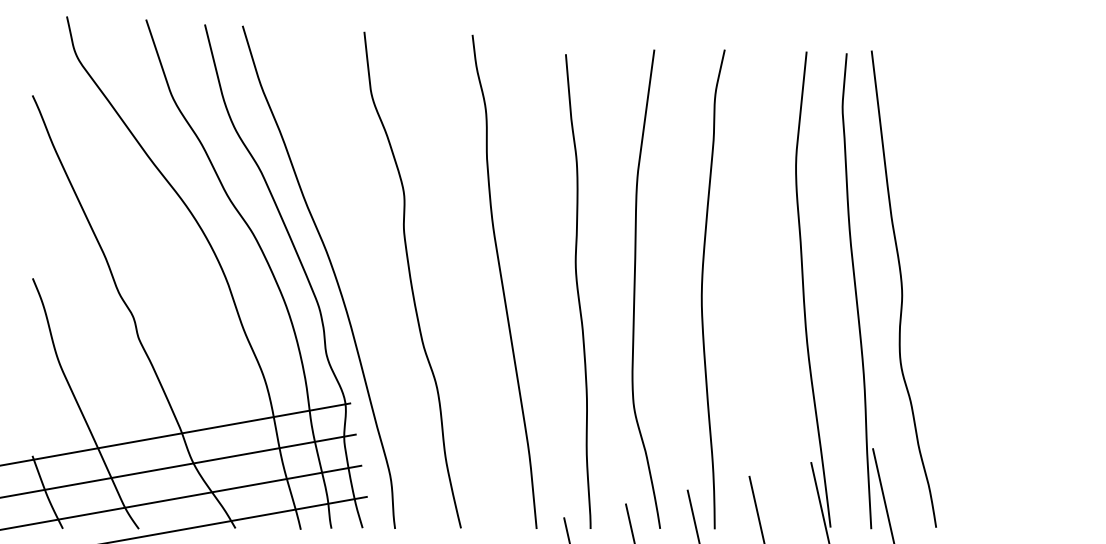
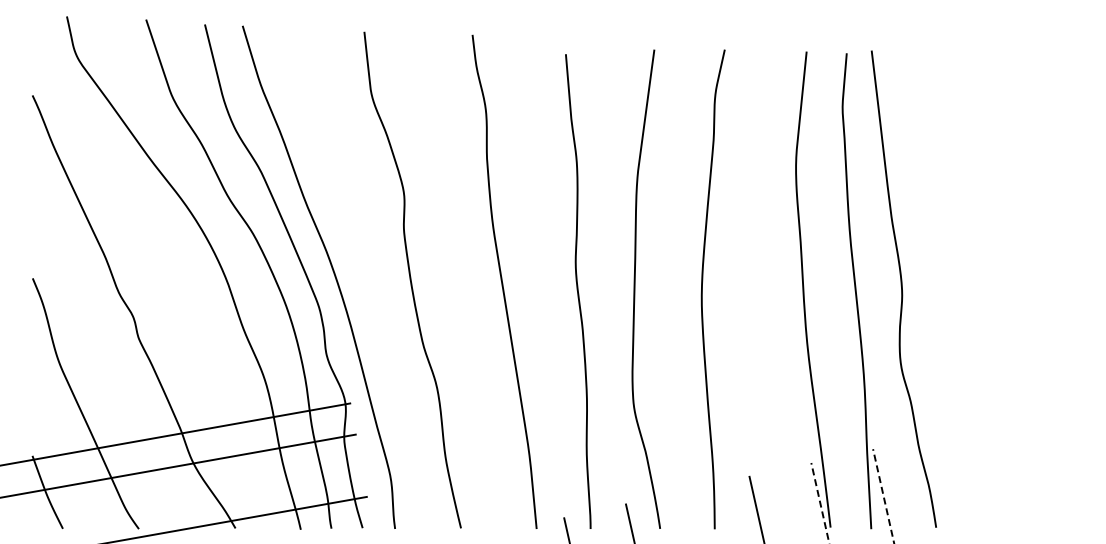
line at (883, 496): solid -> dashed
line at (181, 497): present -> none
line at (820, 503): solid -> dashed
line at (692, 515): present -> none
